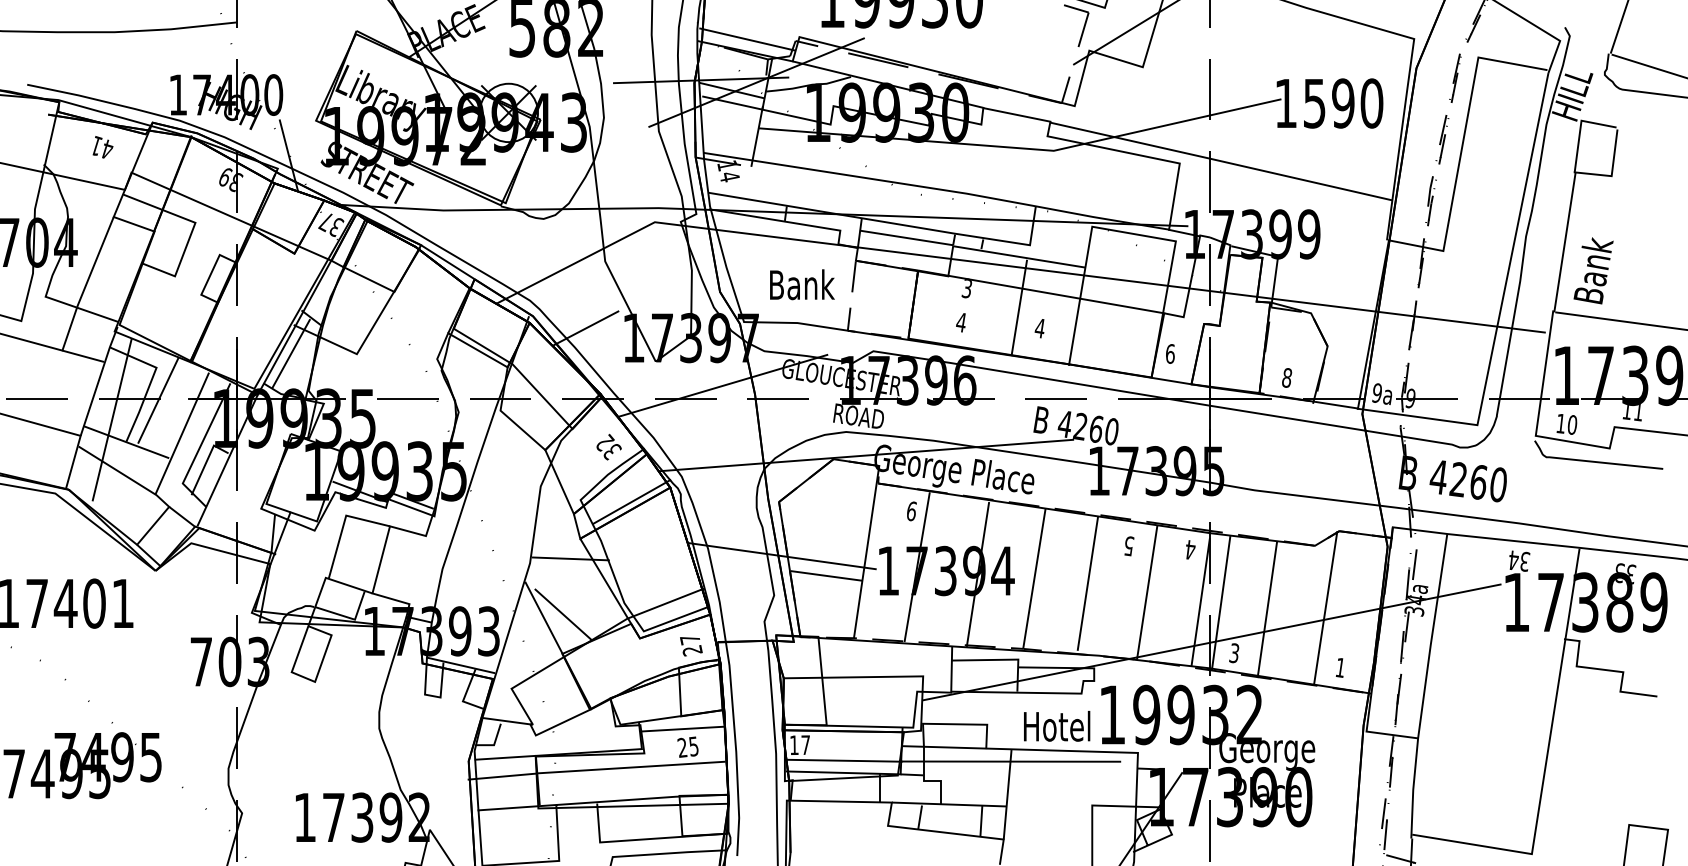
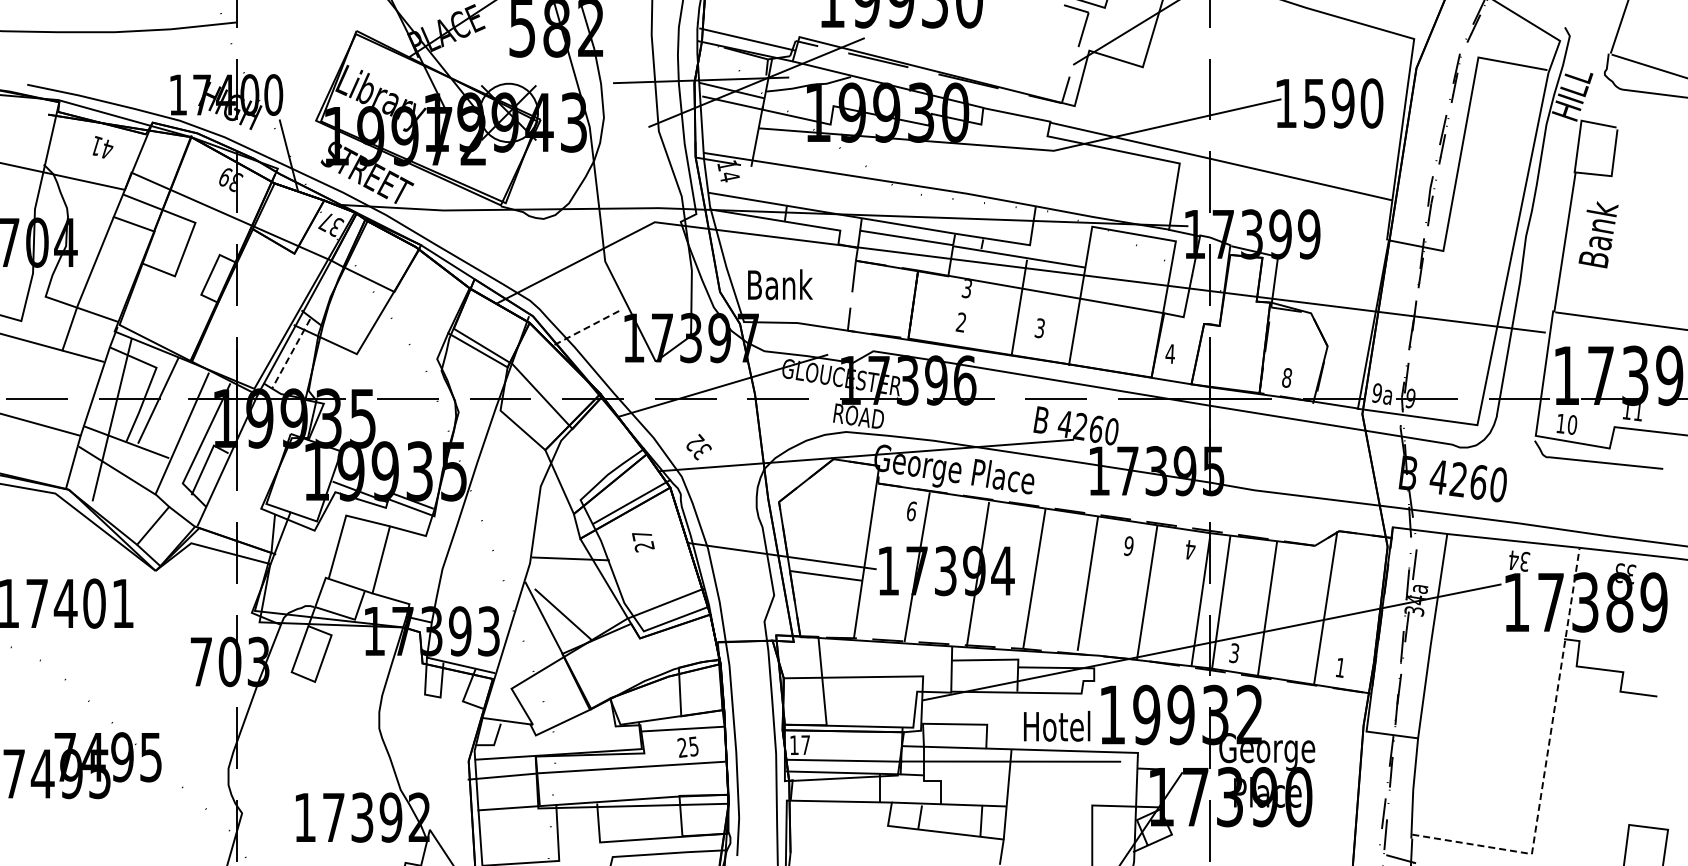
text at (1593, 270) position: (1593, 270) -> (1598, 234)
text at (802, 284) position: (802, 284) -> (780, 284)
text at (960, 322): 4 -> 2
line at (585, 328): solid -> dashed
text at (1039, 328): 4 -> 3
text at (1169, 353): 6 -> 4
line at (291, 354): solid -> dashed
text at (608, 446) position: (608, 446) -> (698, 446)
text at (1129, 546): 5 -> 6
text at (691, 646) position: (691, 646) -> (643, 542)
line at (1546, 761): solid -> dashed
